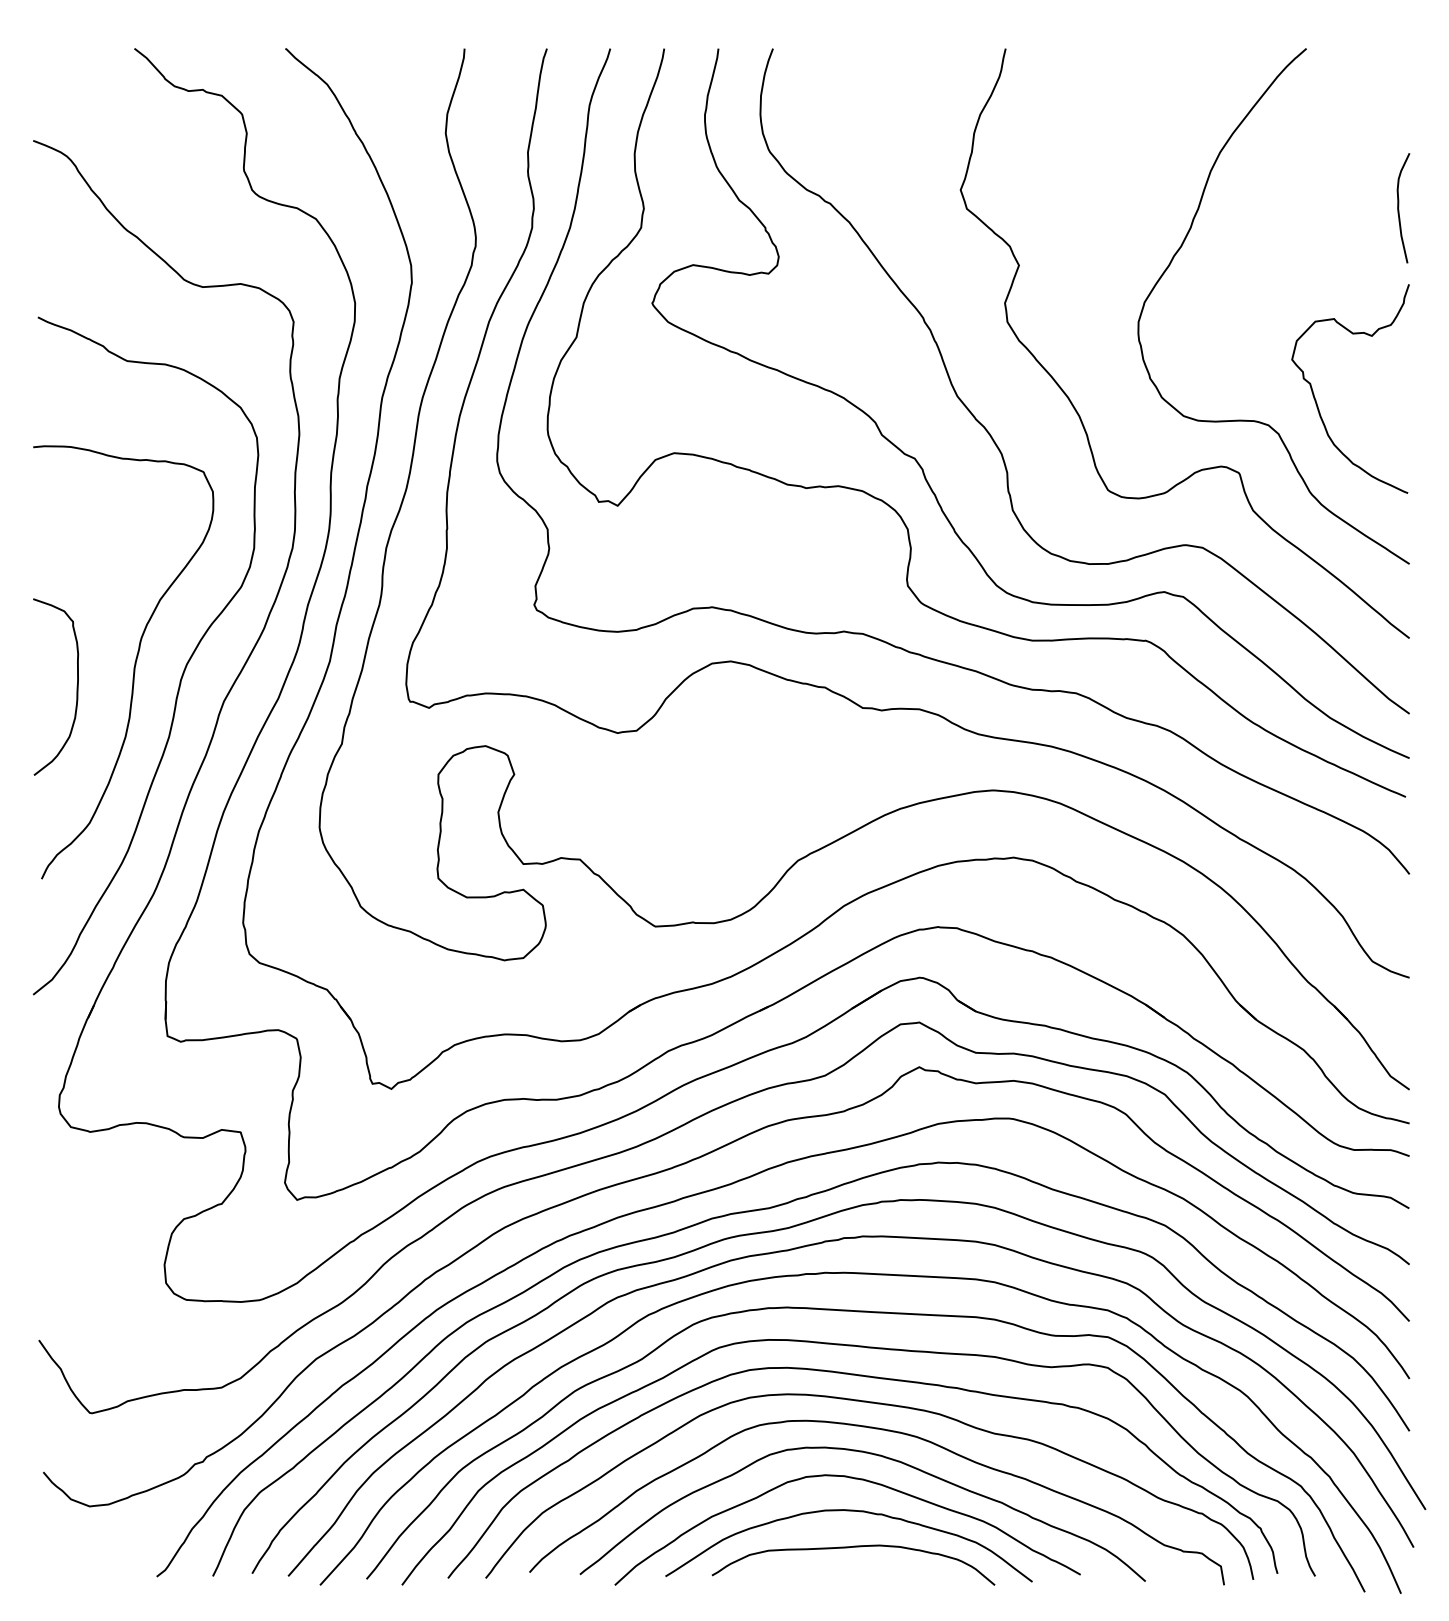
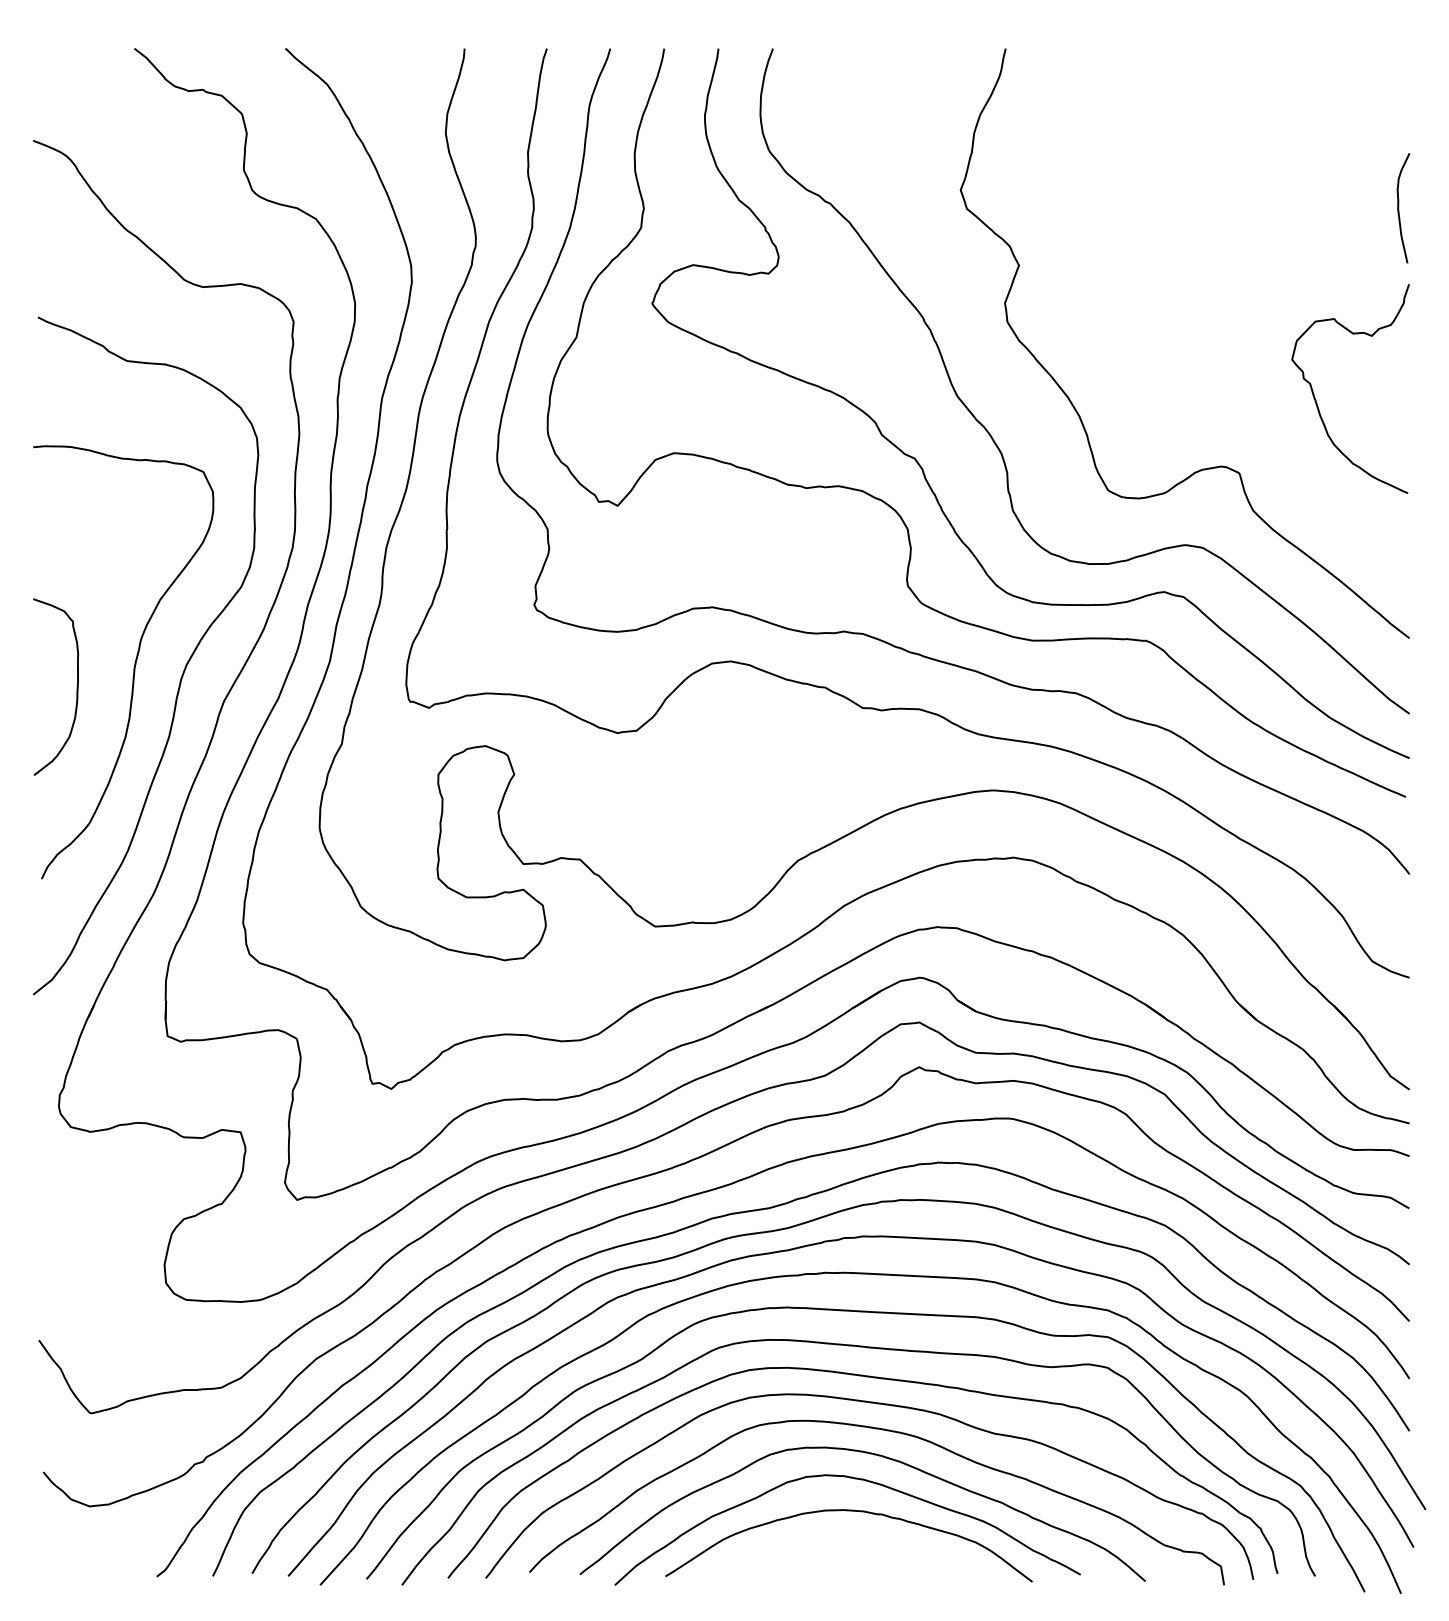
curve at (1182, 246): present -> none
curve at (848, 1548): present -> none
